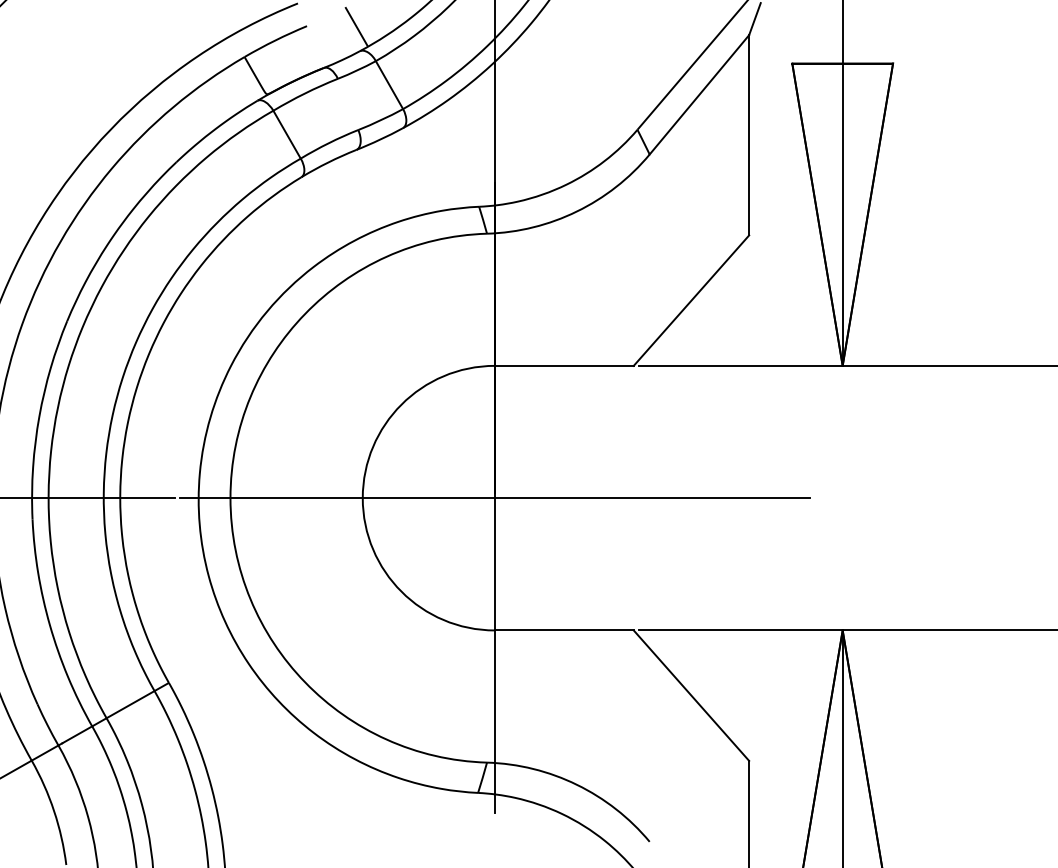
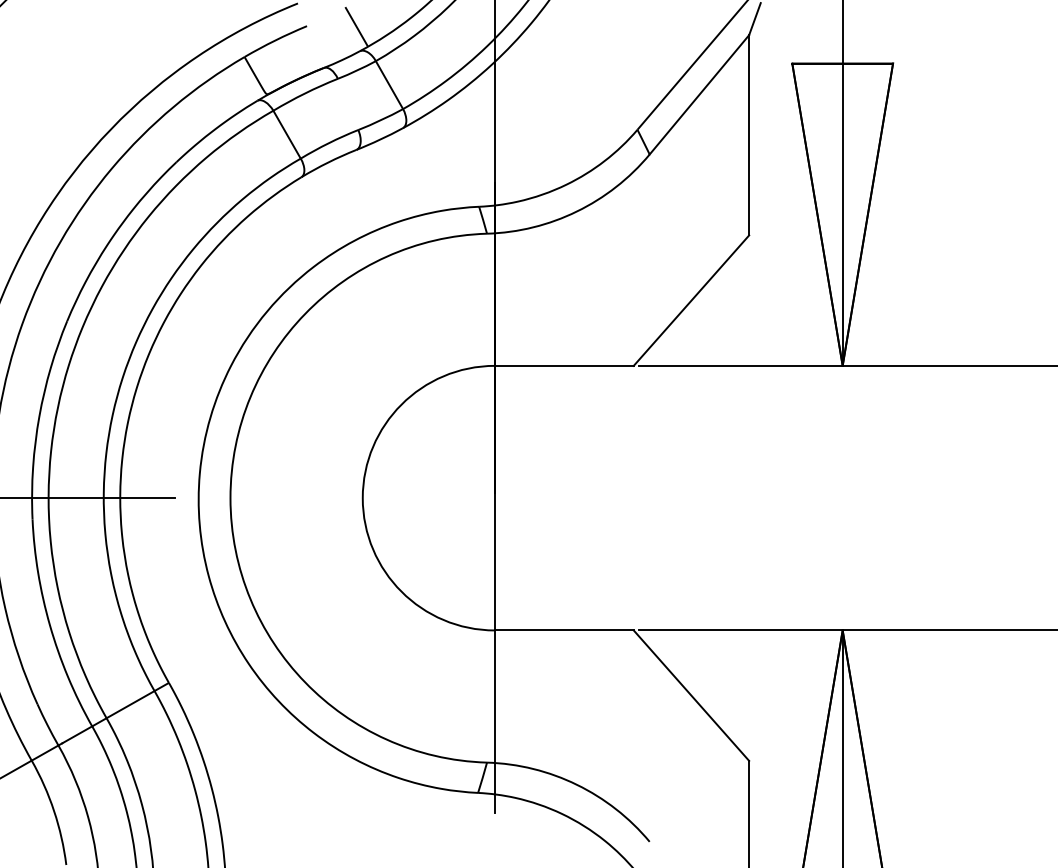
line at (495, 498): present -> none
